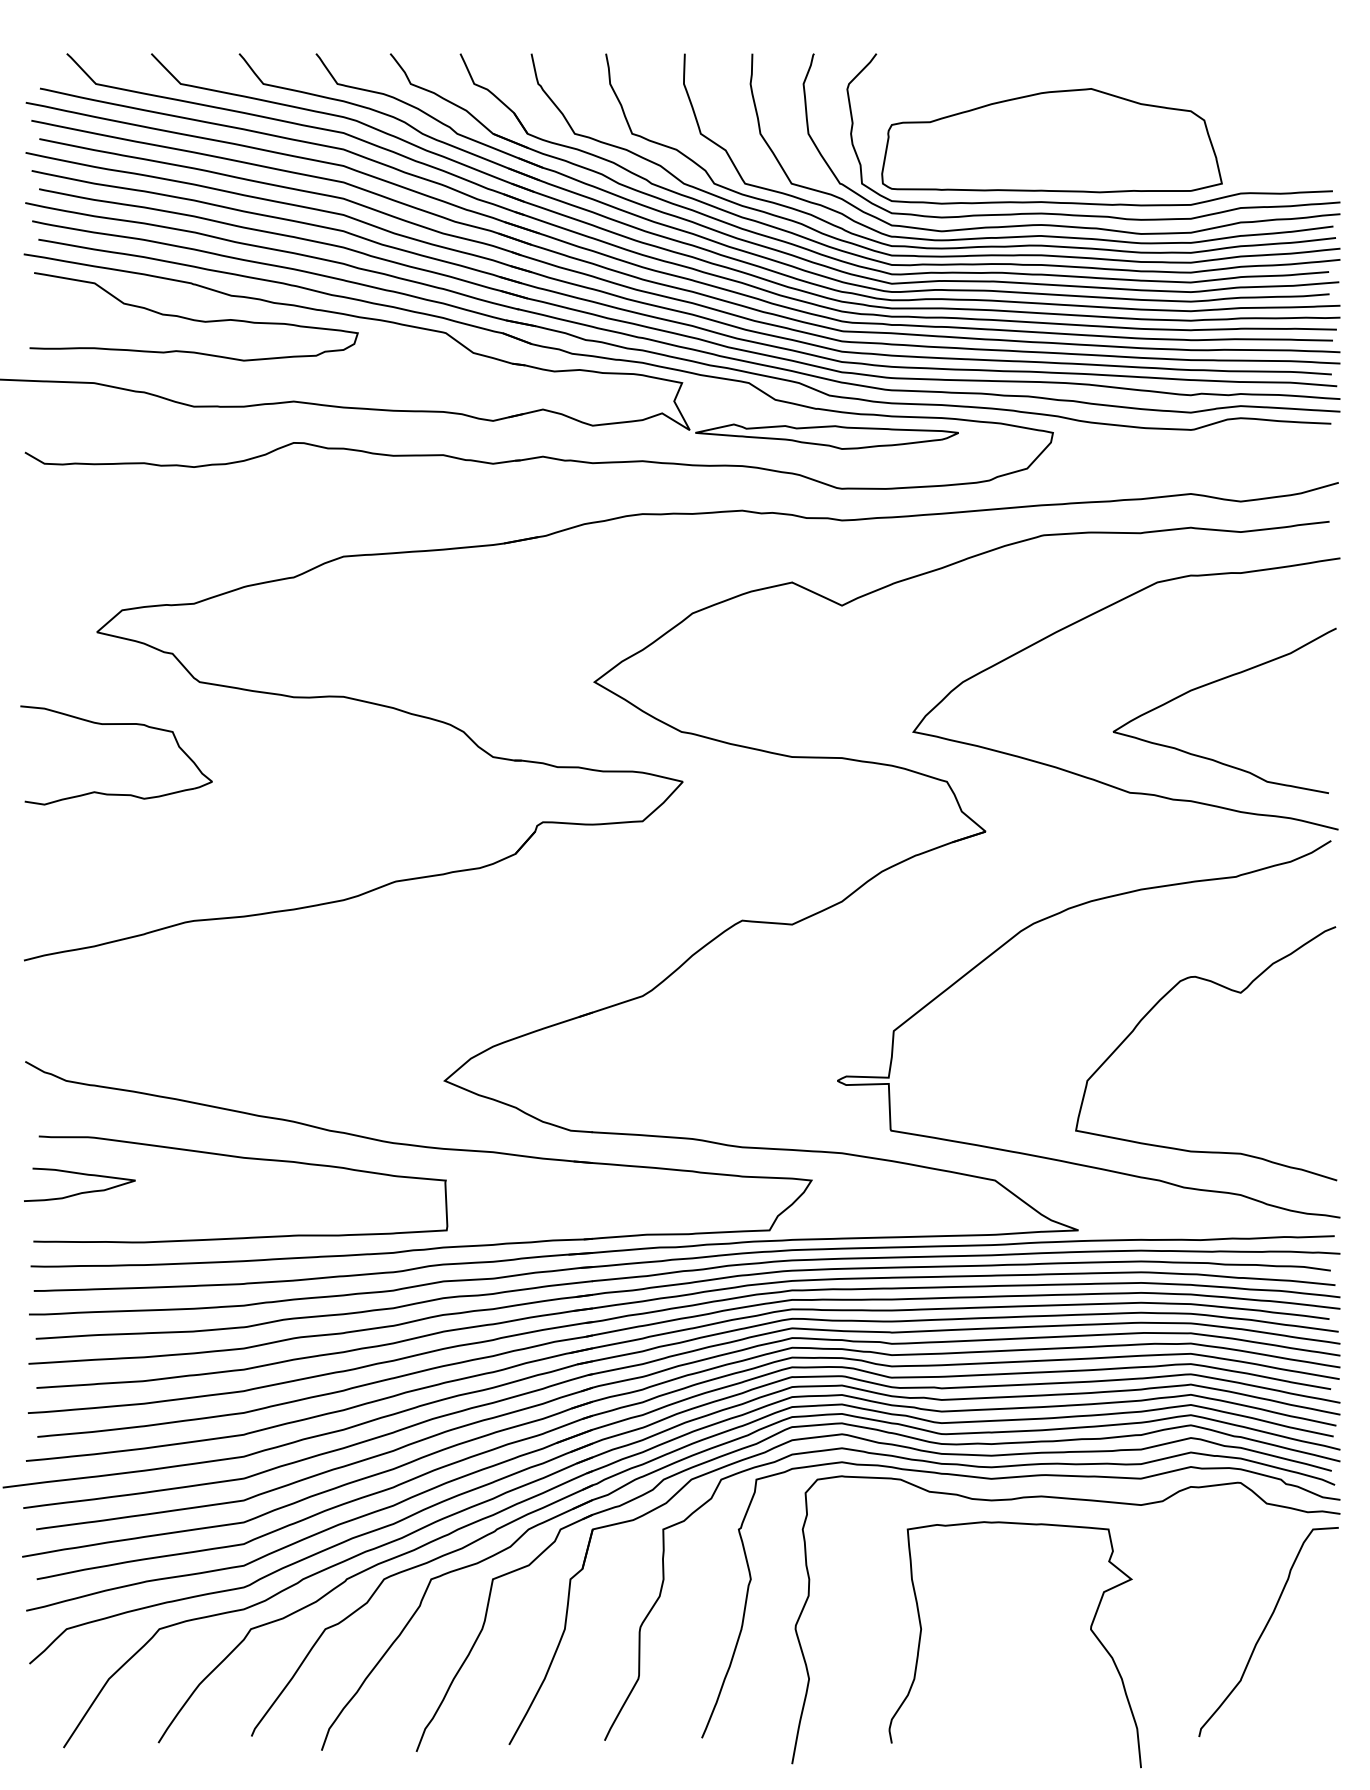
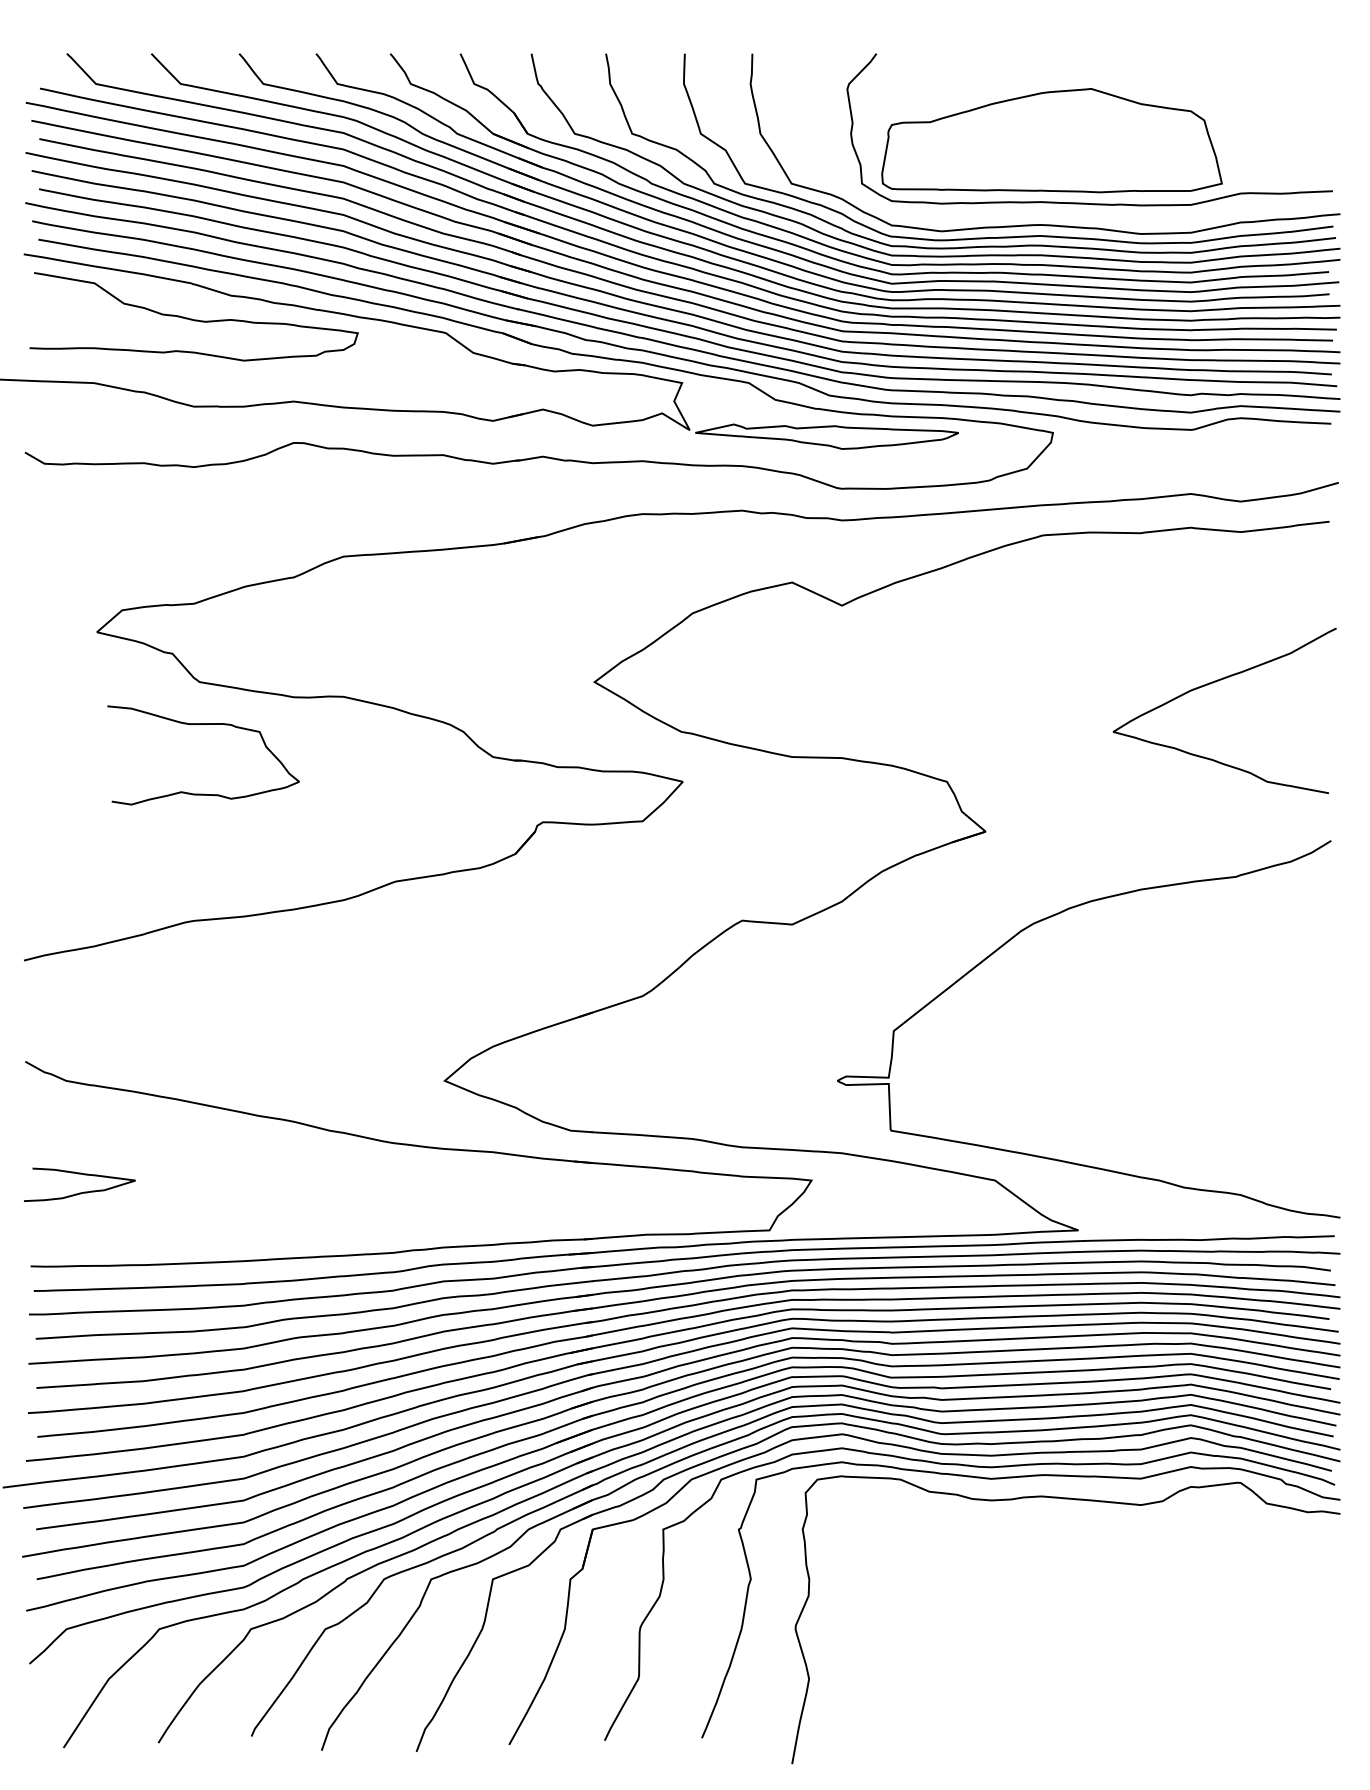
curve at (1066, 213): present -> none
curve at (1088, 617): present -> none
part at (116, 724) position: (116, 724) -> (203, 724)
curve at (1229, 990): present -> none
curve at (240, 1158): present -> none
curve at (1090, 1630): present -> none
curve at (1264, 1631): present -> none
